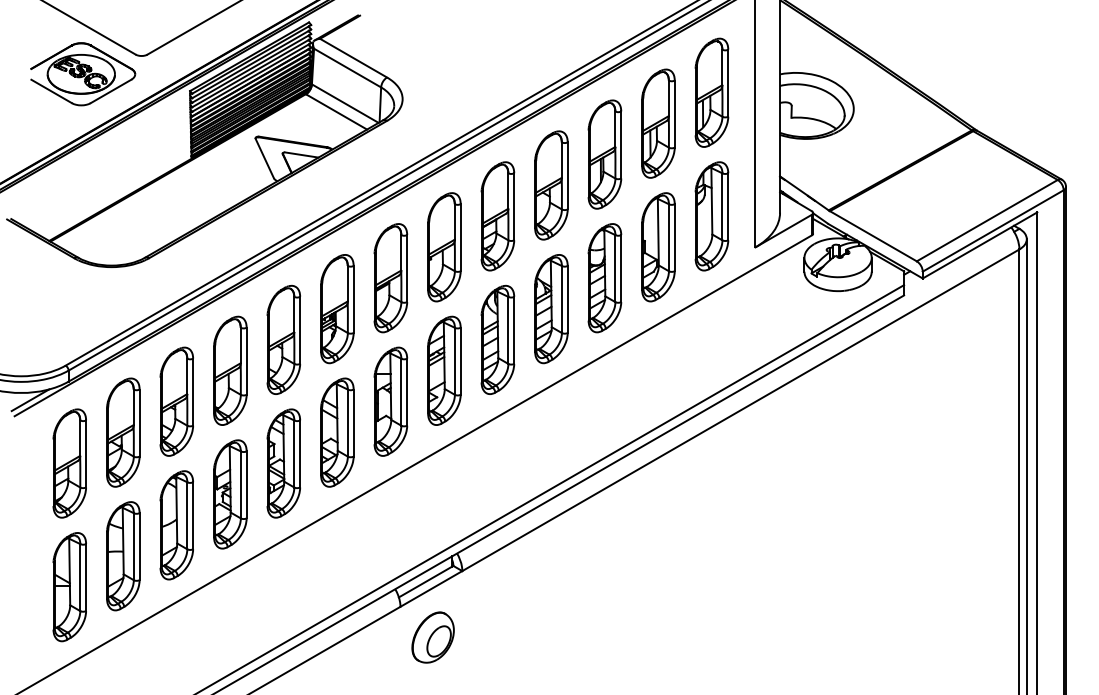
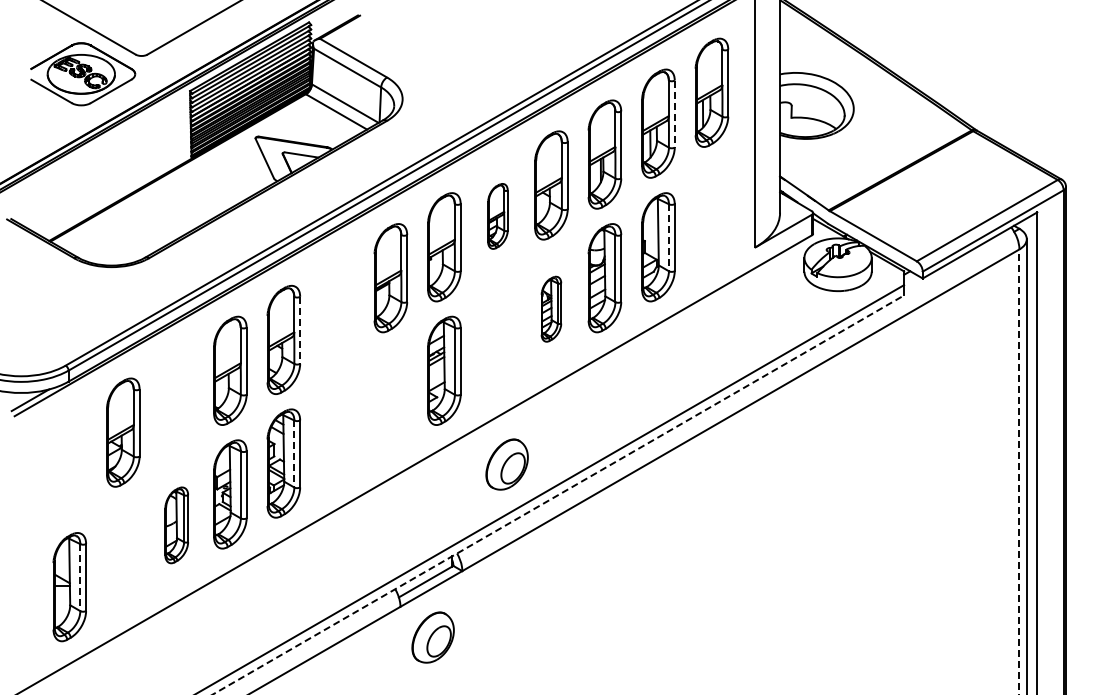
line at (674, 114): solid -> dashed
part at (497, 216) size: 36x111 px -> 22x67 px
part at (711, 216): present -> none
line at (668, 237): solid -> dashed
part at (337, 309): present -> none
part at (551, 309) size: 35x111 px -> 23x68 px
line at (300, 330): solid -> dashed
part at (497, 339): present -> none
part at (176, 401): present -> none
part at (390, 401): present -> none
part at (337, 432): present -> none
line at (294, 454): solid -> dashed
part at (69, 463): present -> none
part at (506, 464): none -> present
line at (1019, 471): solid -> dashed
line at (558, 494): solid -> dashed
part at (176, 525) size: 35x111 px -> 25x79 px
part at (123, 556): present -> none
line at (80, 577): solid -> dashed
